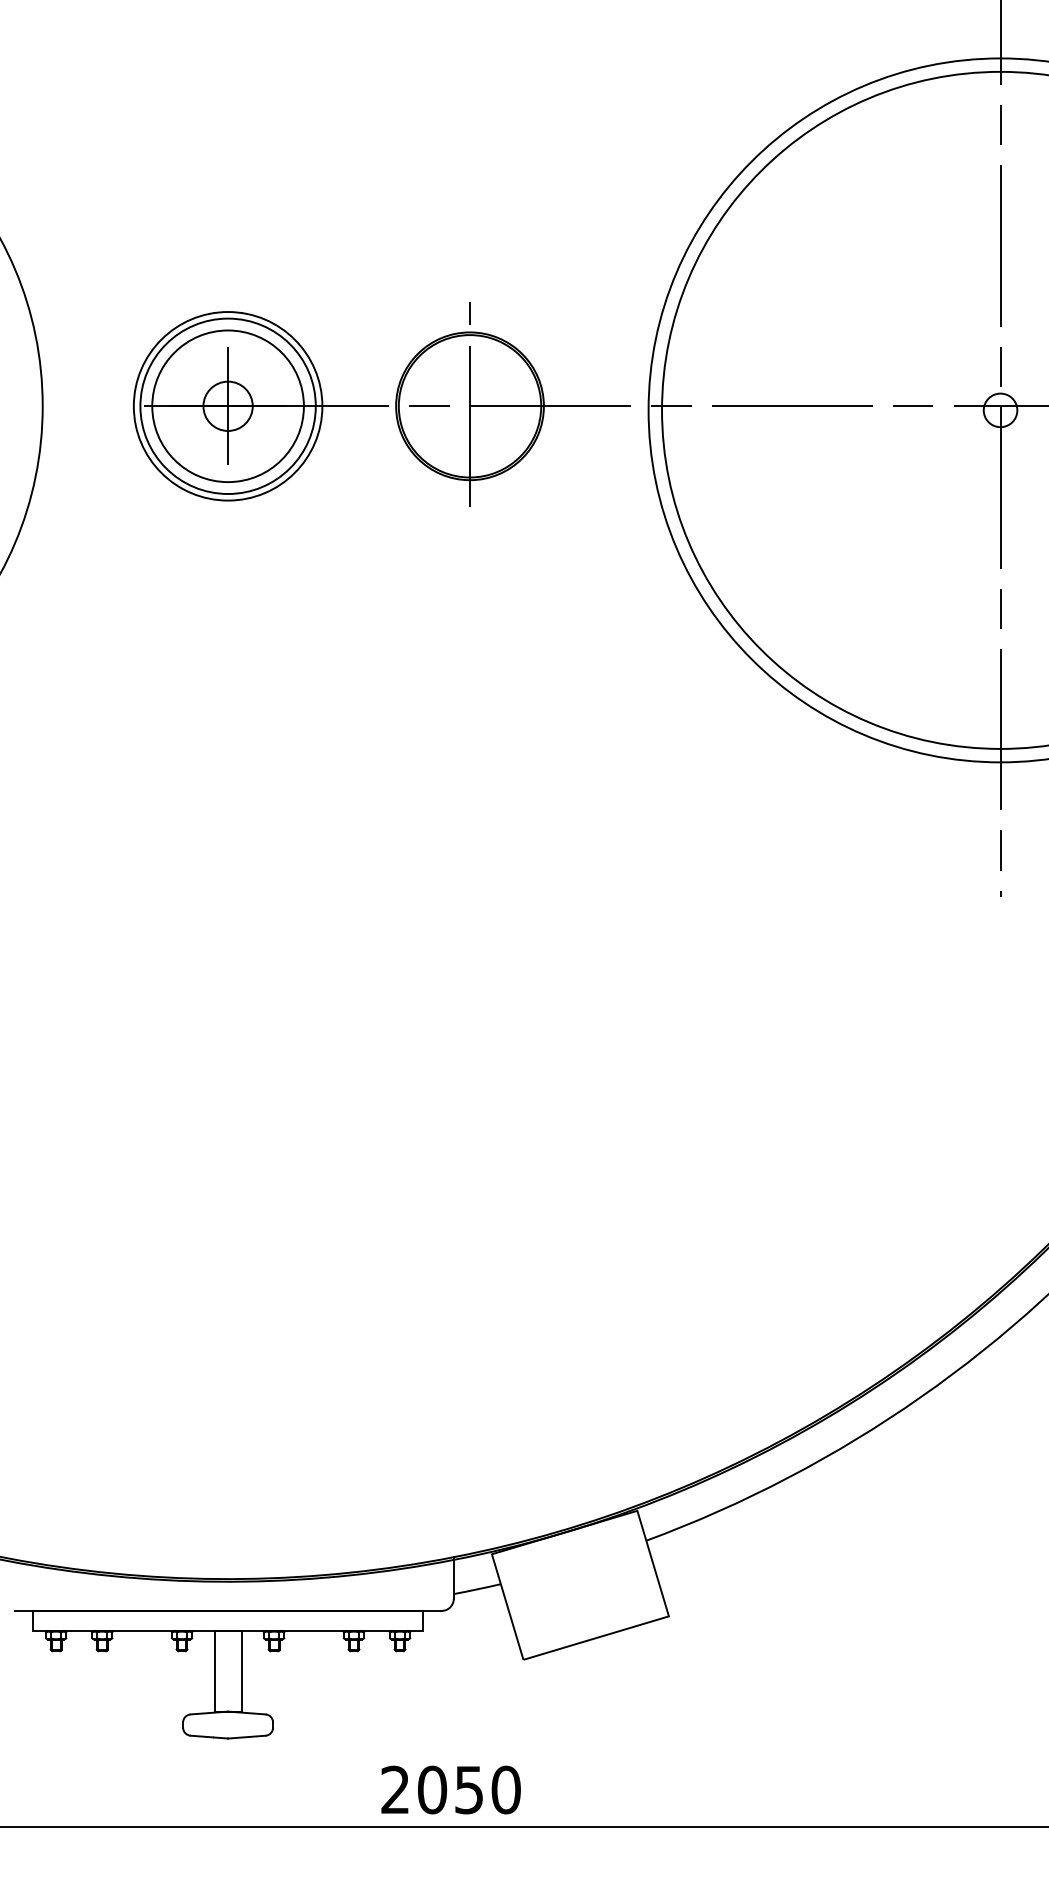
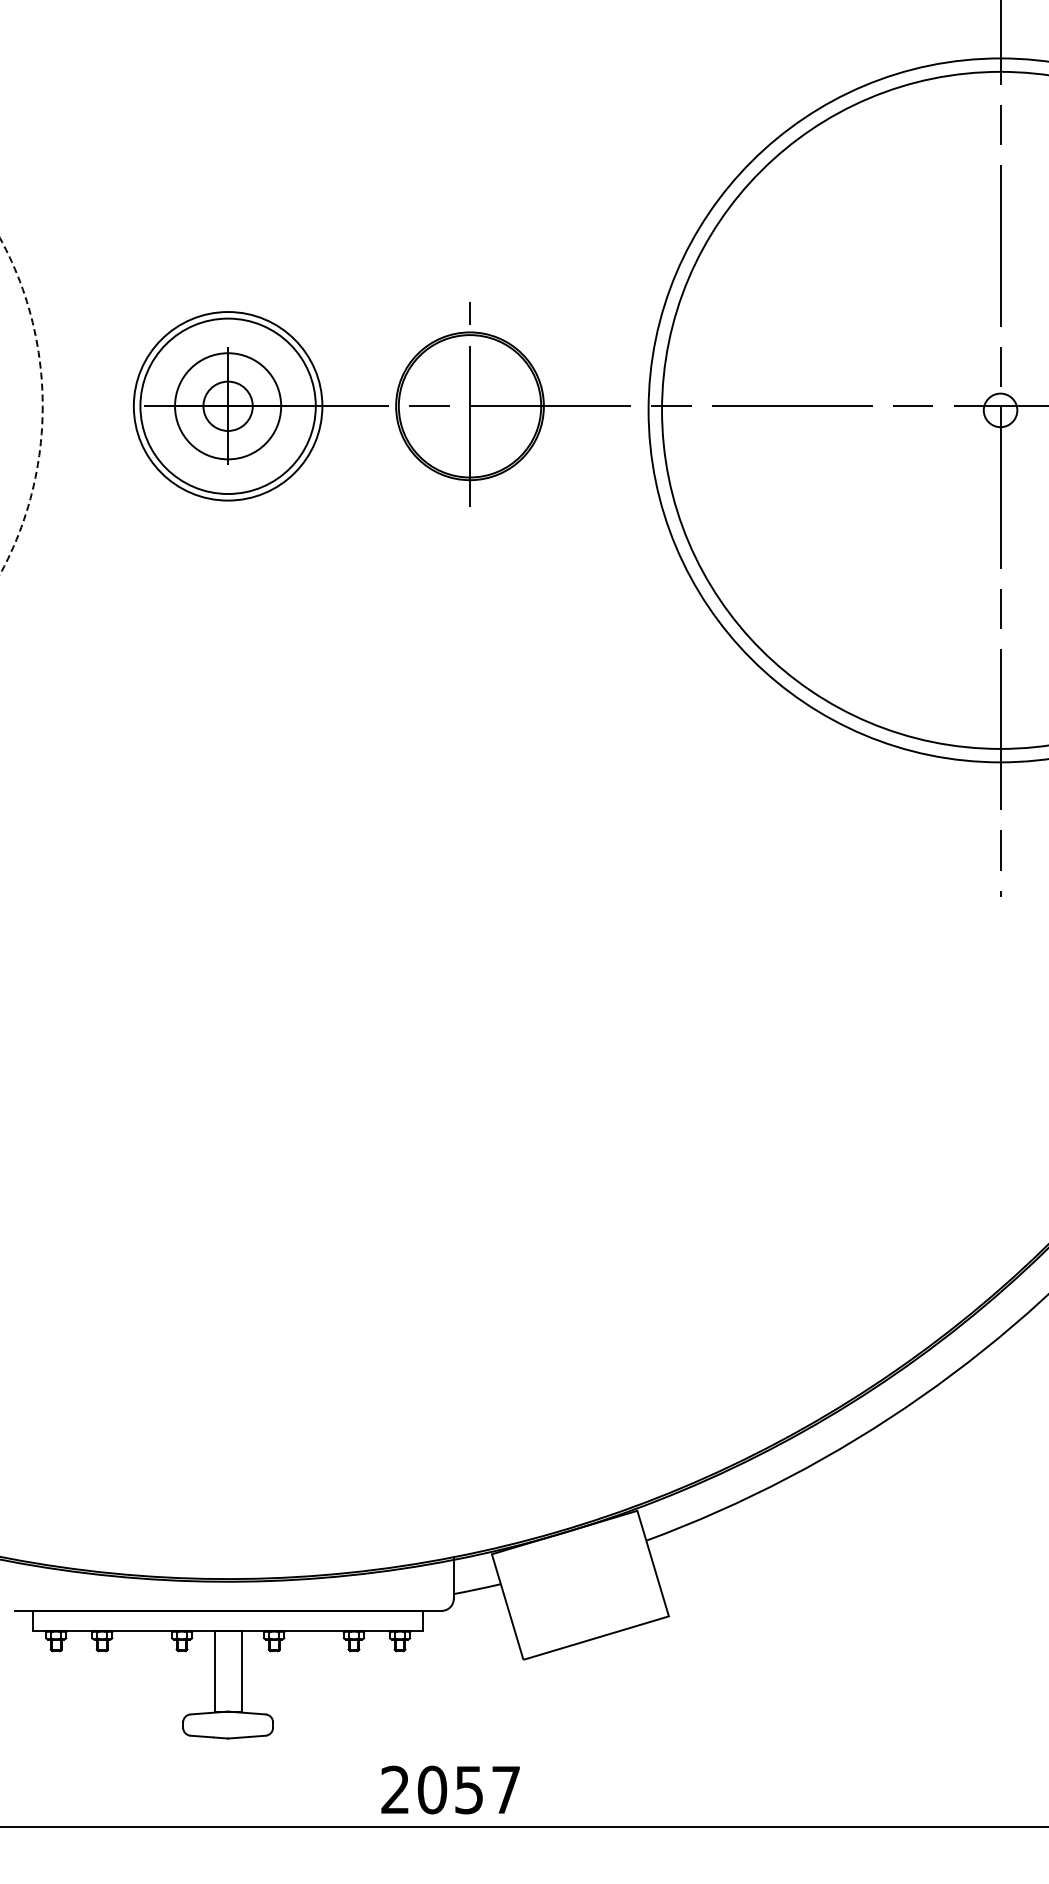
circle at (21, 406): solid -> dashed
circle at (227, 406) diameter: 152 px -> 106 px
text at (505, 1789): 2050 -> 2057
